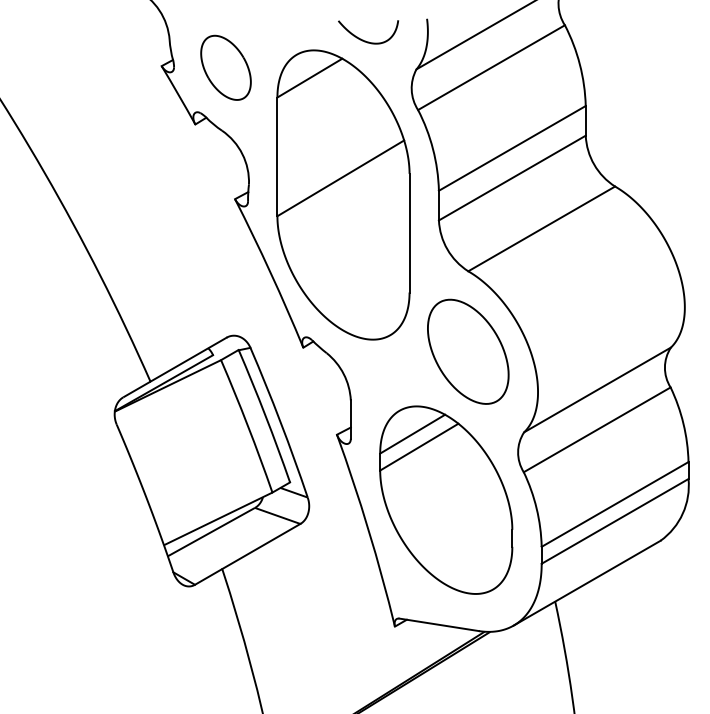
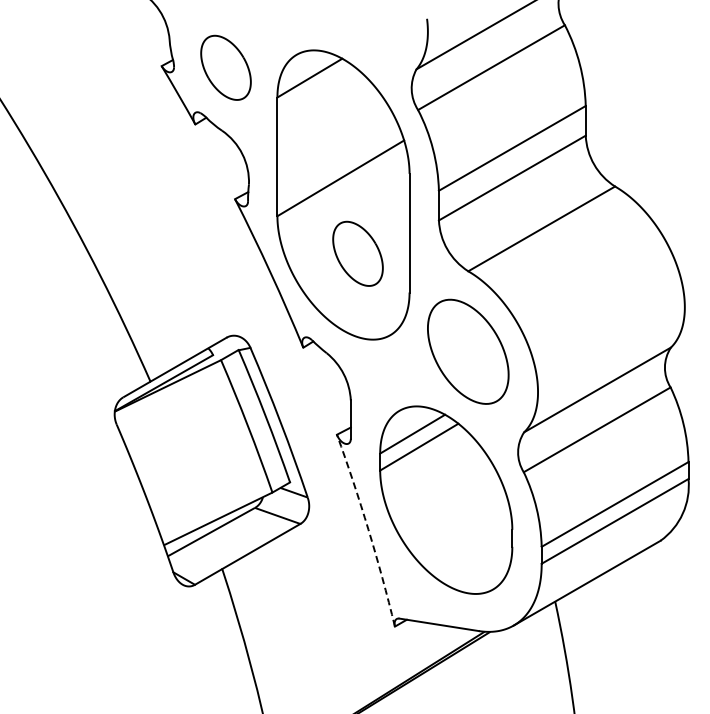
curve at (365, 40): present -> none
part at (357, 253): none -> present
arc at (368, 529): solid -> dashed
